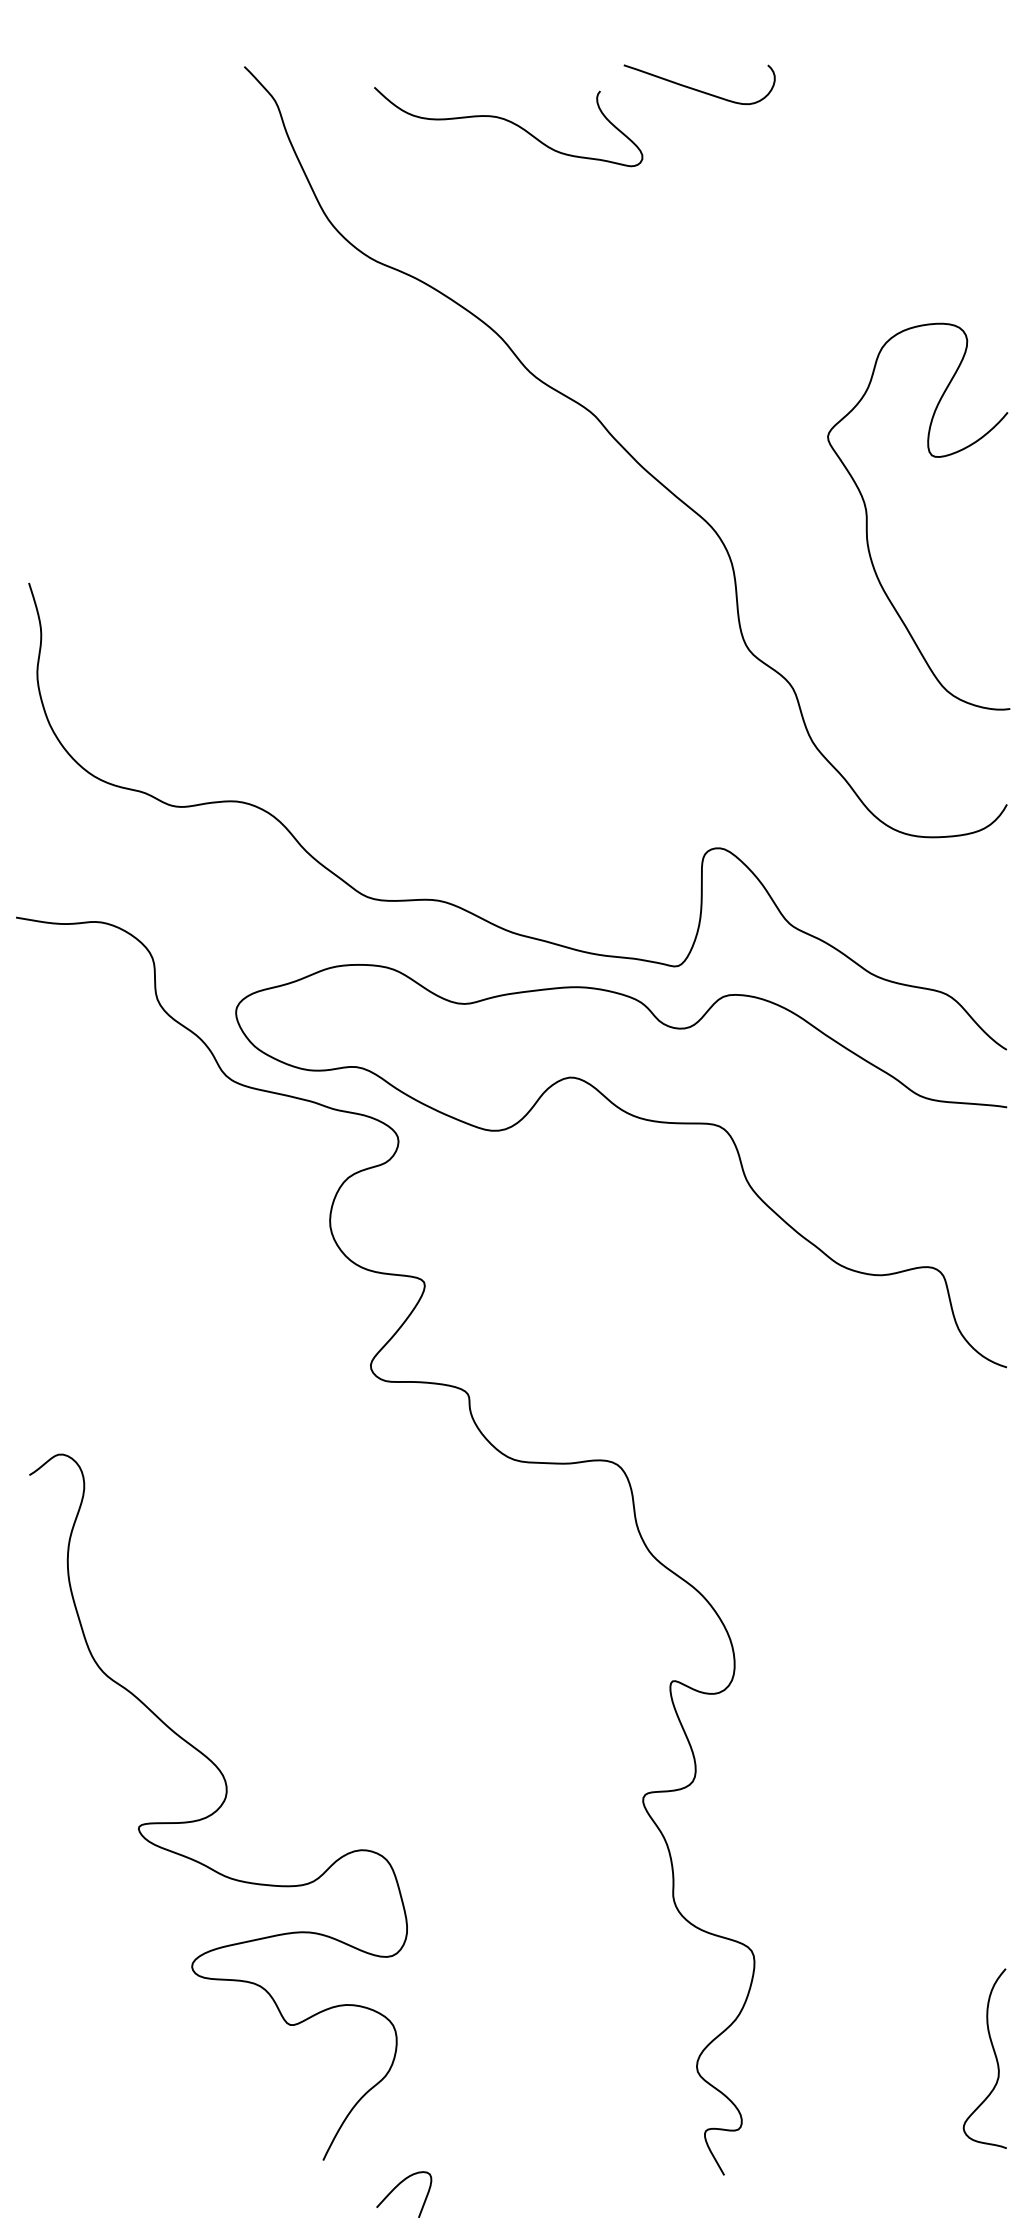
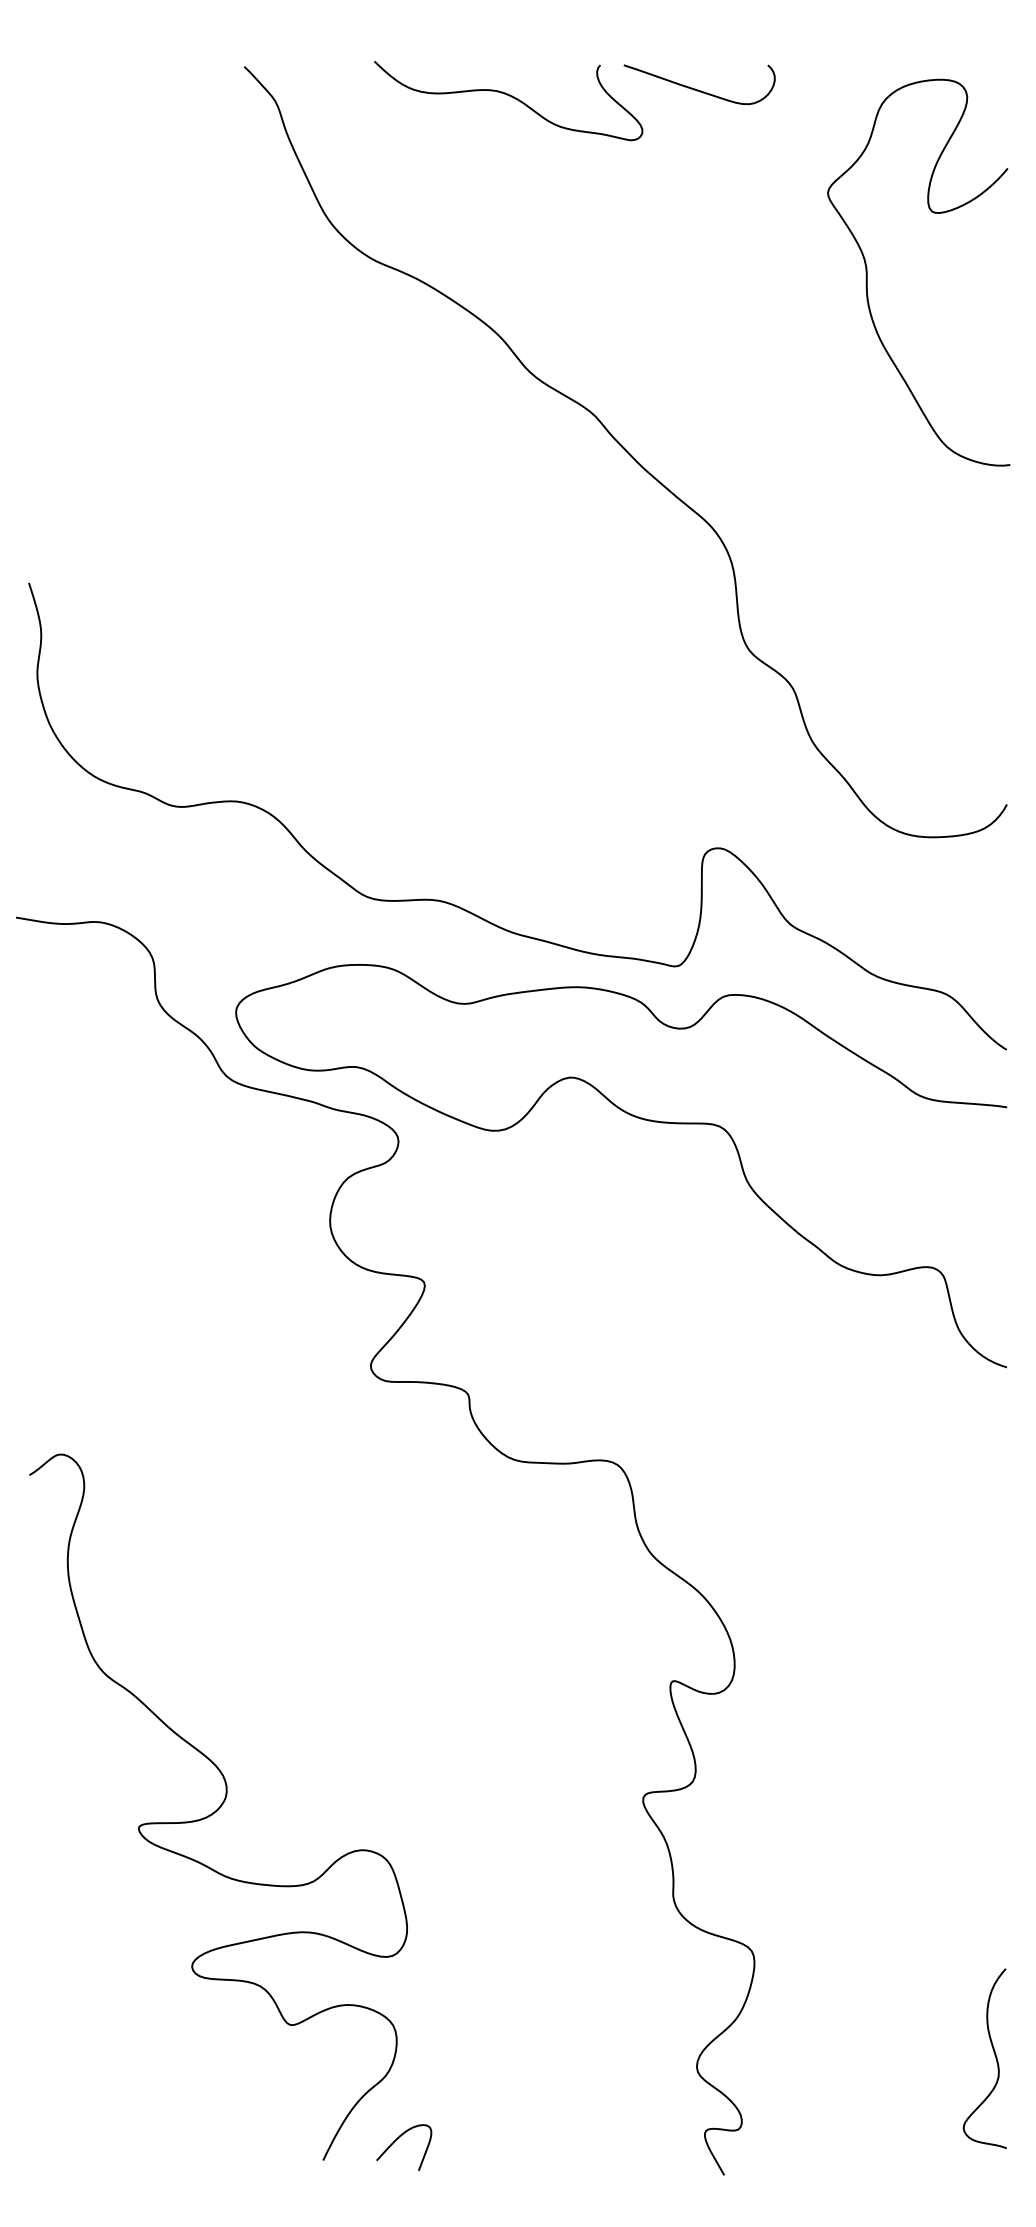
curve at (511, 123) position: (511, 123) -> (511, 97)
curve at (867, 516) position: (867, 516) -> (867, 272)
curve at (398, 2186) position: (398, 2186) -> (398, 2139)
